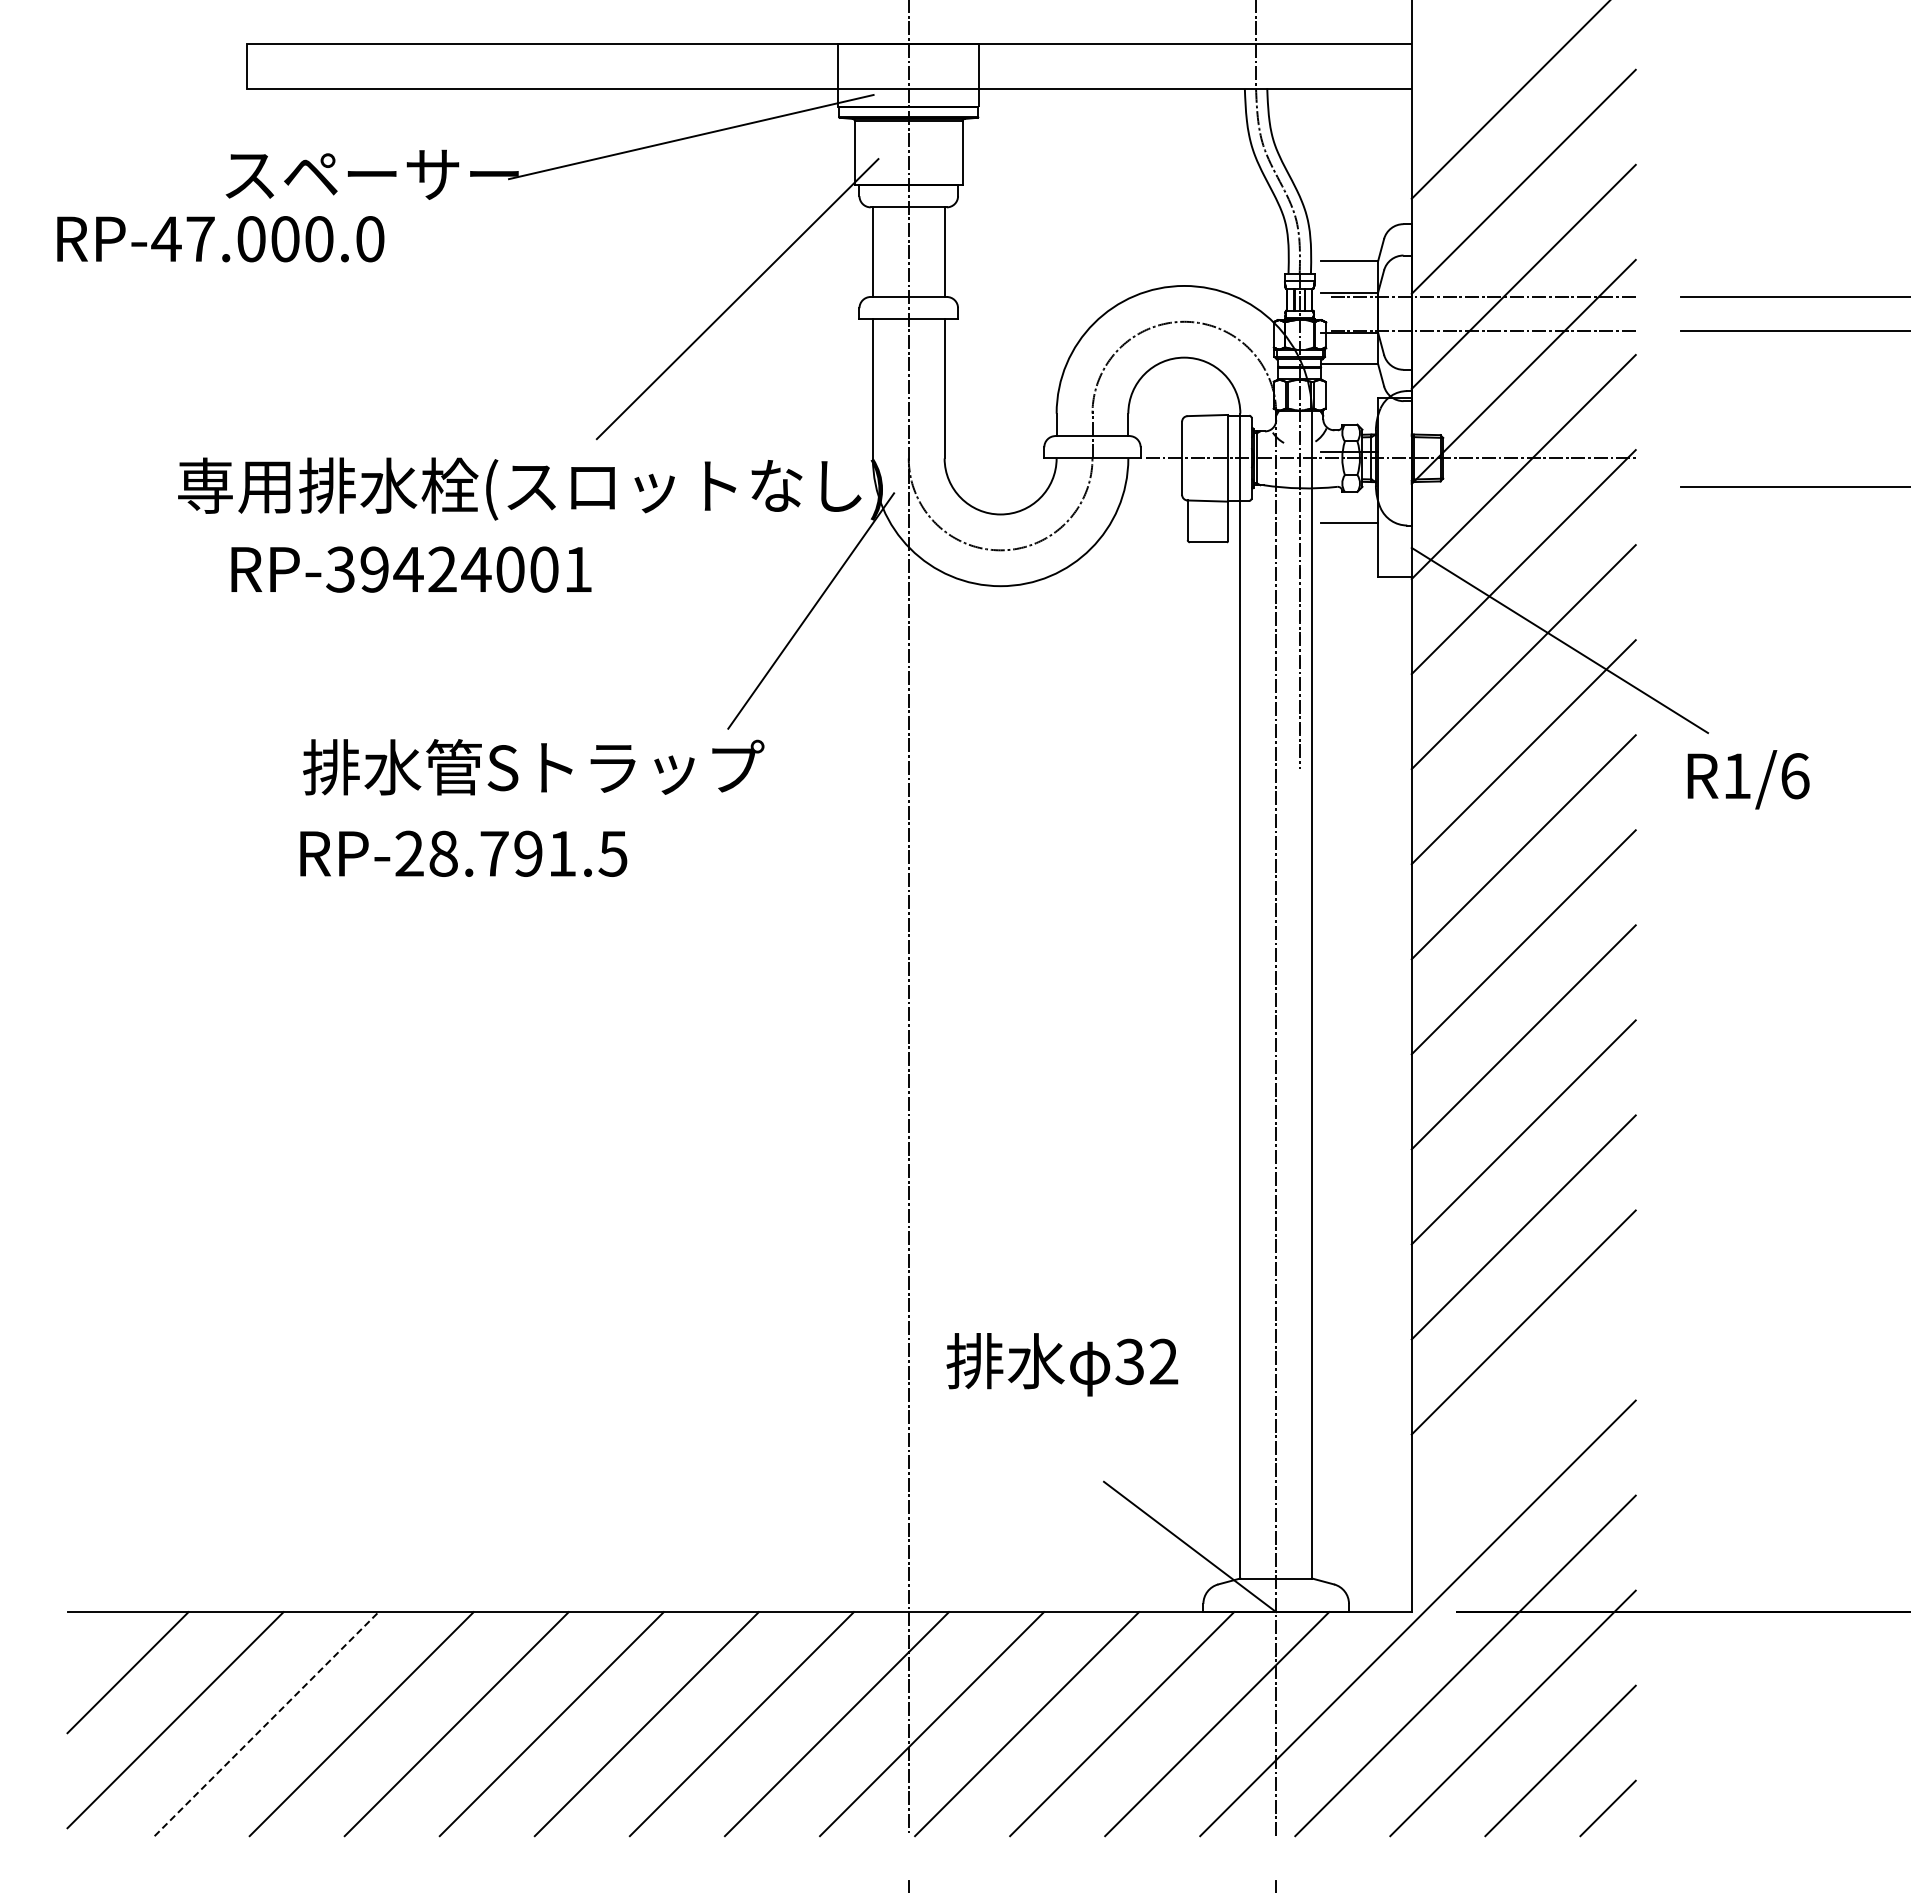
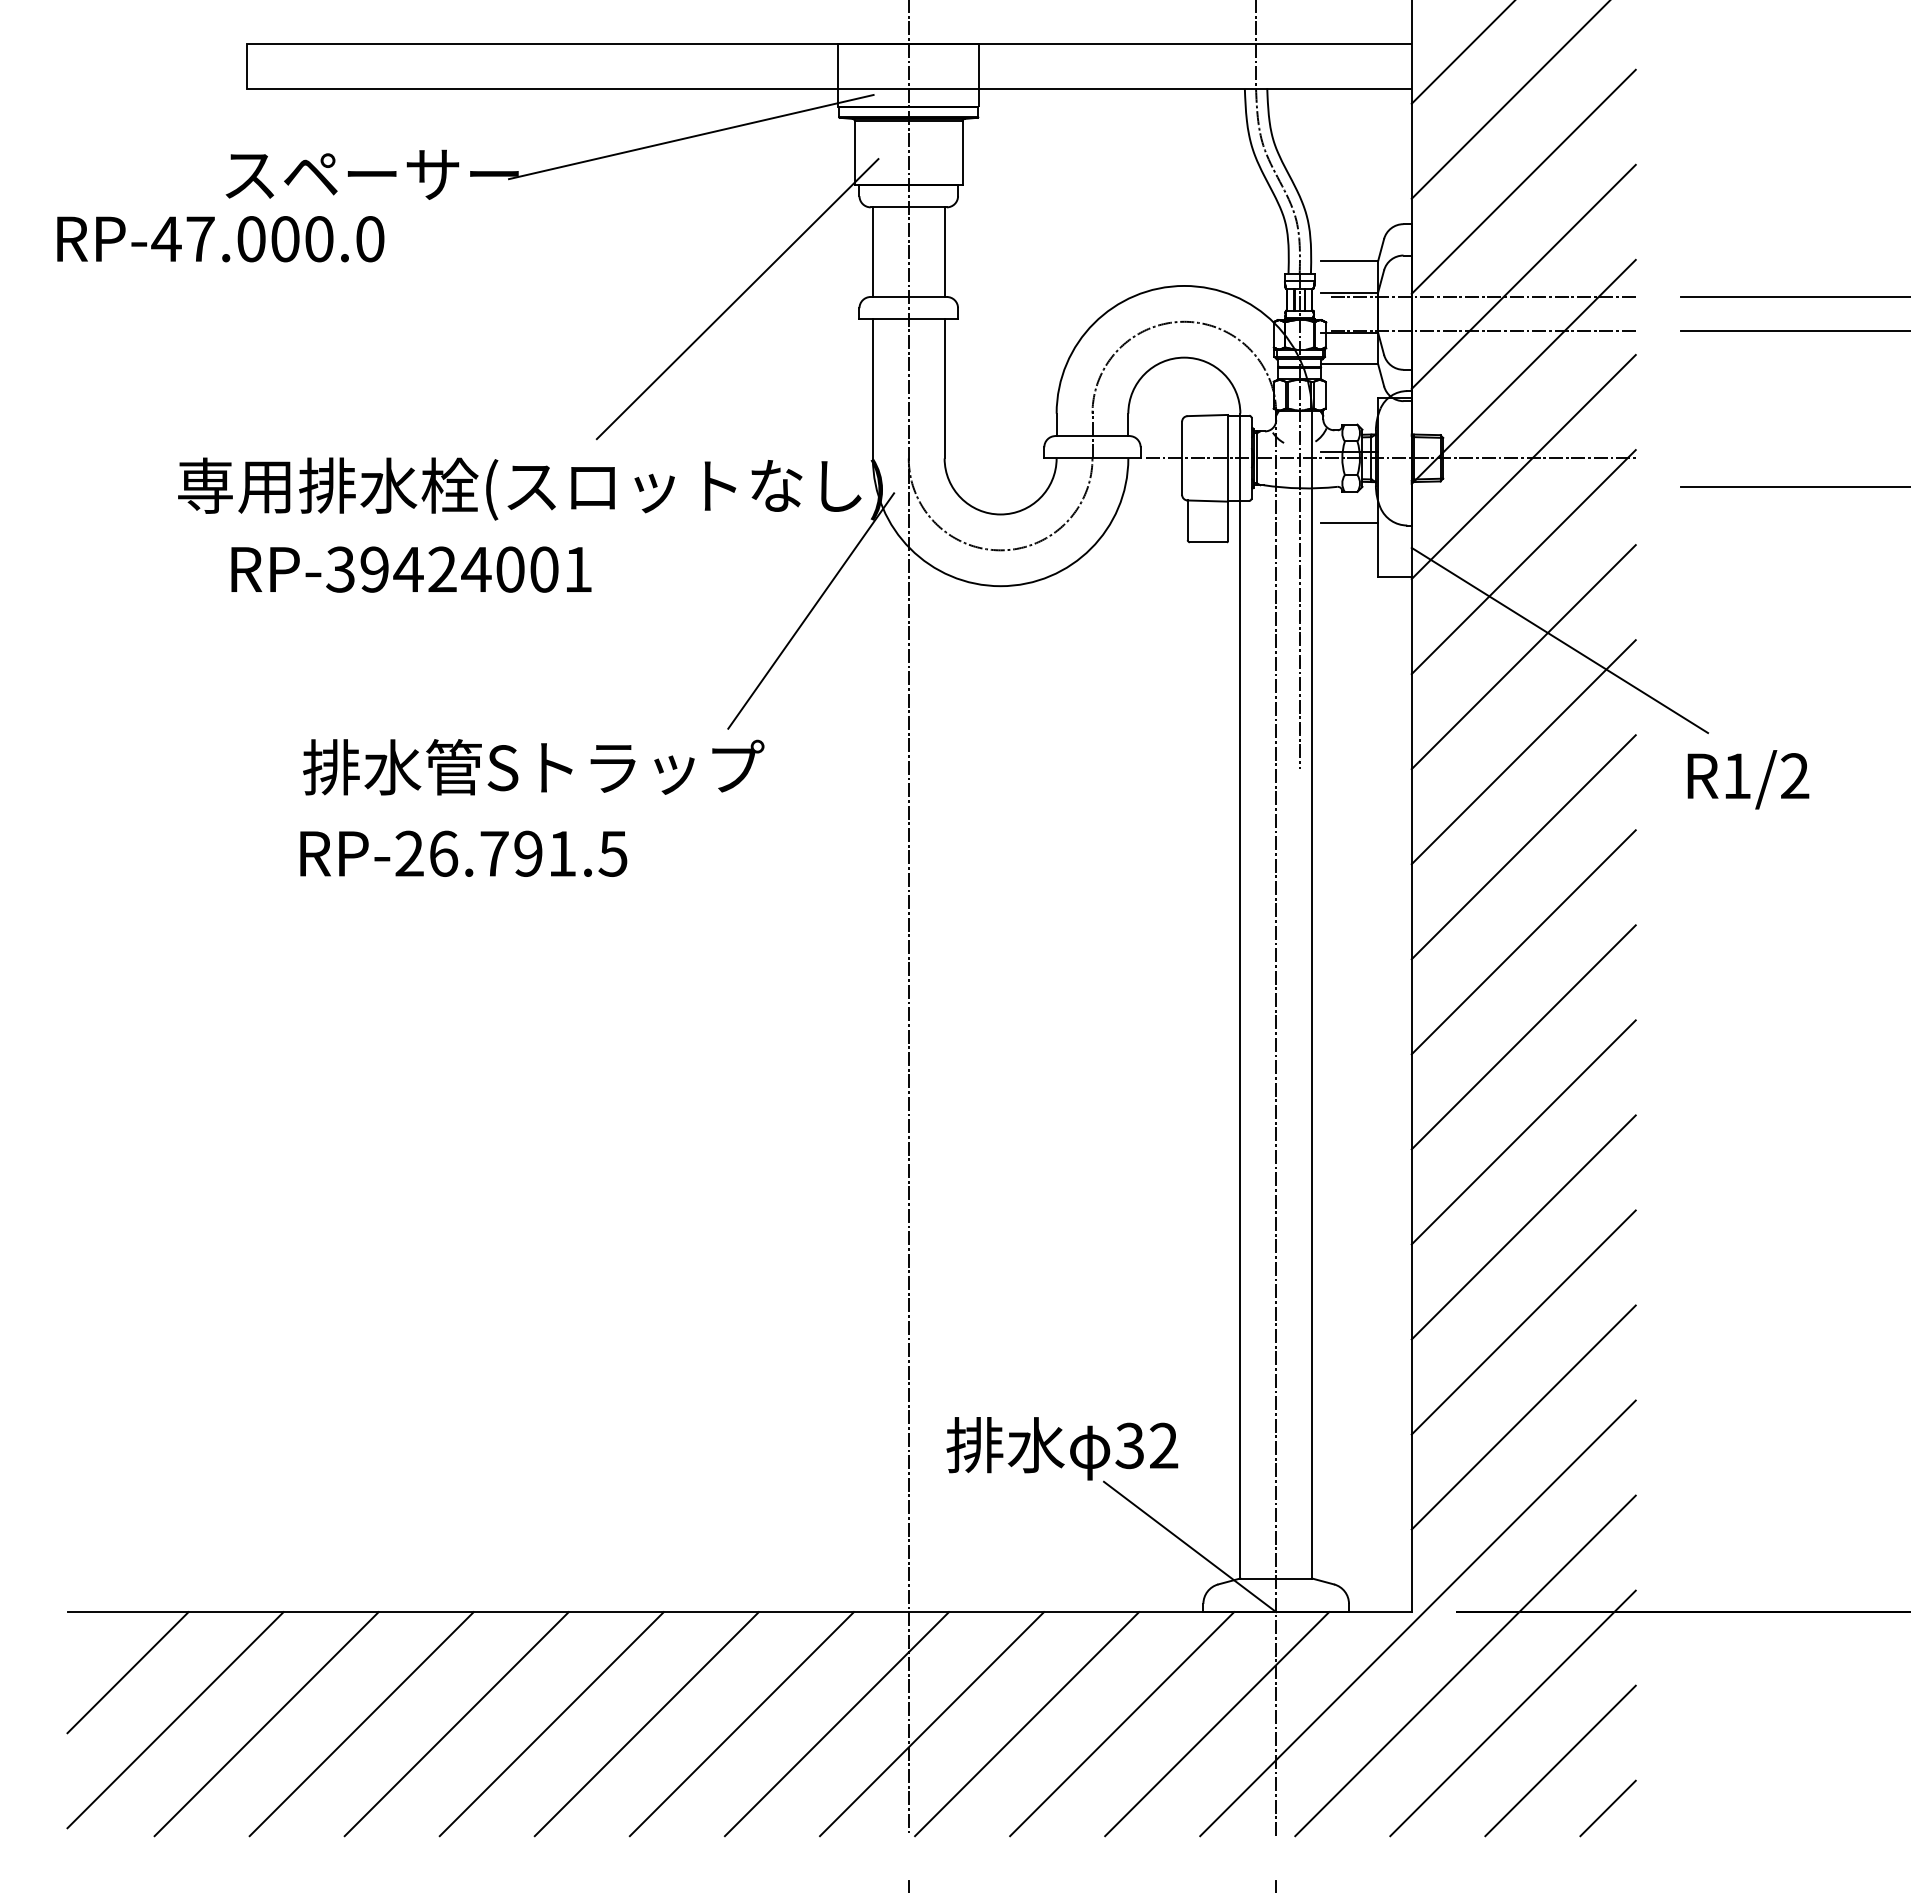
line at (1462, 52): none -> present
text at (1795, 776): R1/6 -> R1/2
text at (443, 853): RP-28.791.5 -> RP-26.791.5
text at (1062, 1364) position: (1062, 1364) -> (1062, 1448)
line at (1523, 1417): none -> present
line at (267, 1723): dashed -> solid
